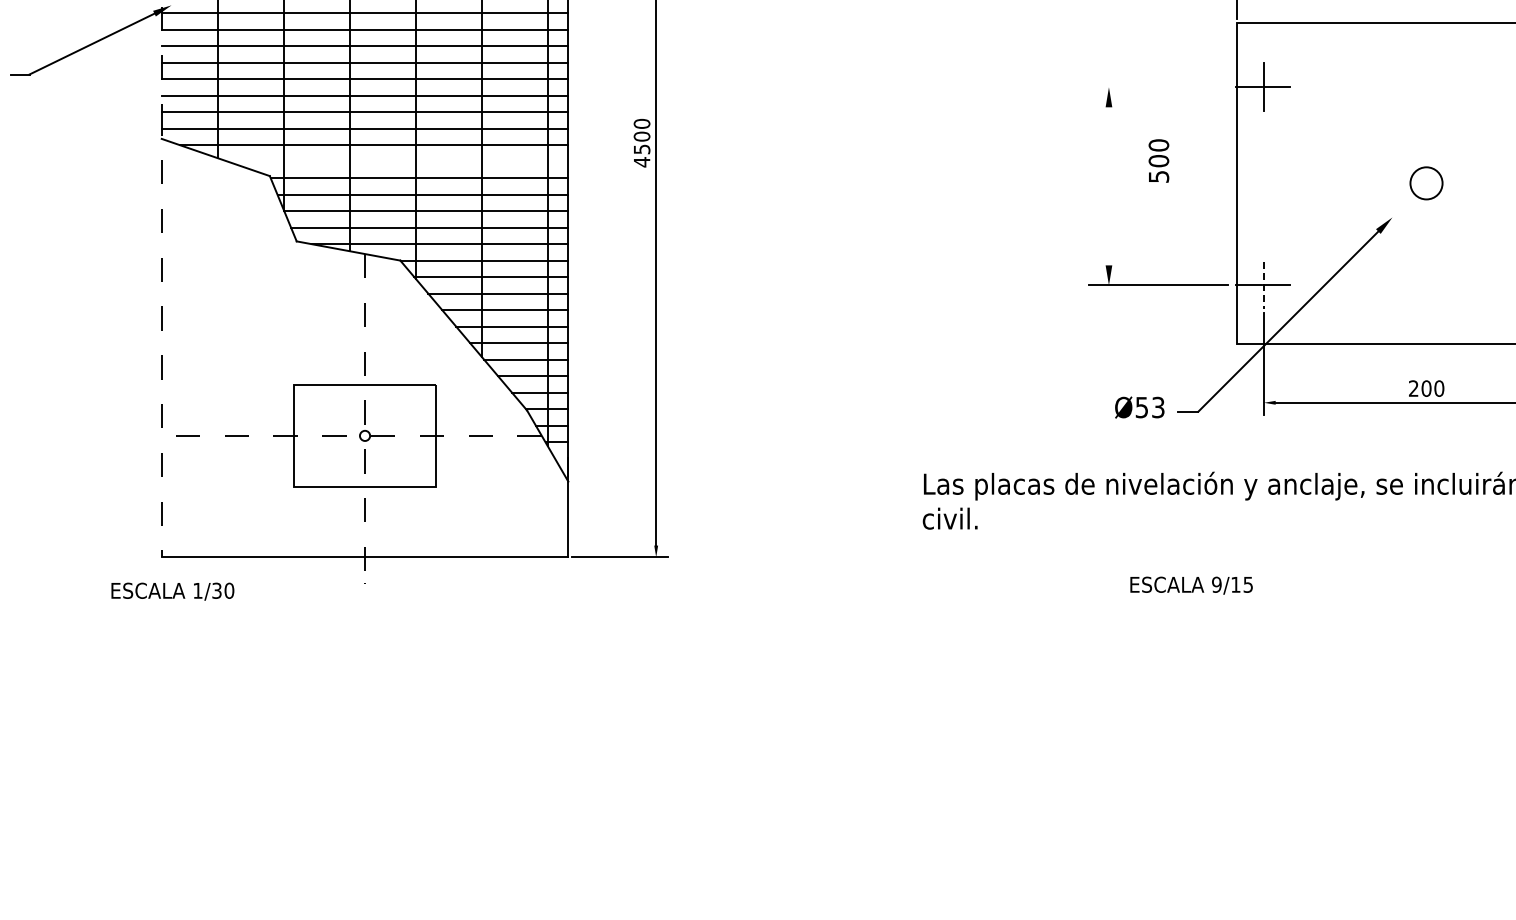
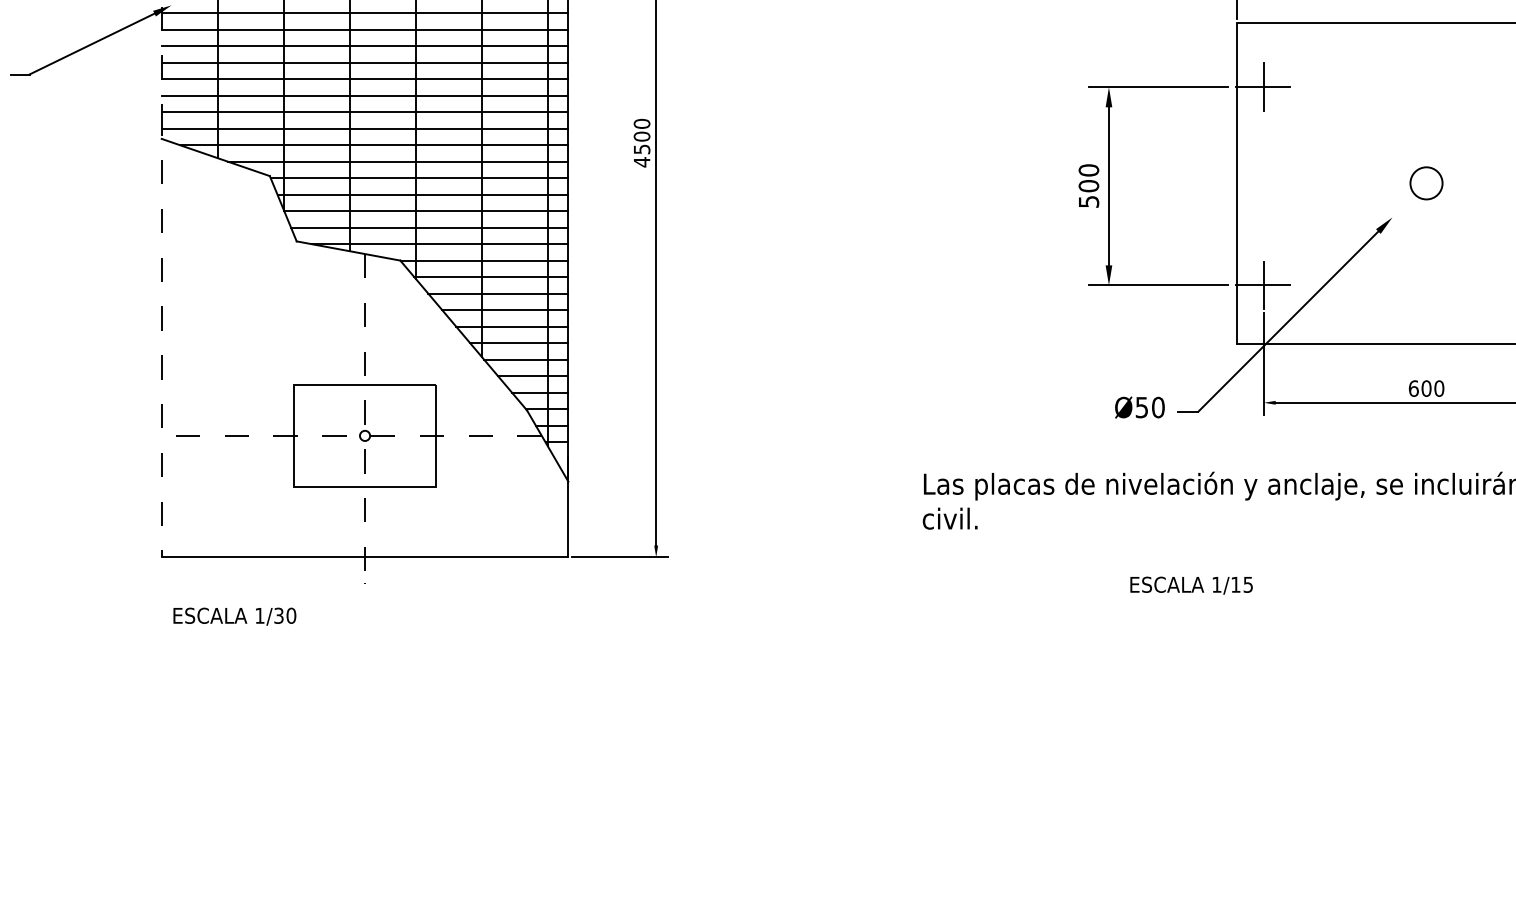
line at (1158, 87): none -> present
text at (1158, 160) position: (1158, 160) -> (1088, 185)
line at (398, 161): none -> present
line at (1108, 186): none -> present
line at (1263, 285): dashed -> solid
text at (1413, 388): 200 -> 600
text at (1158, 407): Ø53 -> Ø50
text at (1216, 584): 9/15 -> 1/15
text at (172, 591) position: (172, 591) -> (234, 616)
